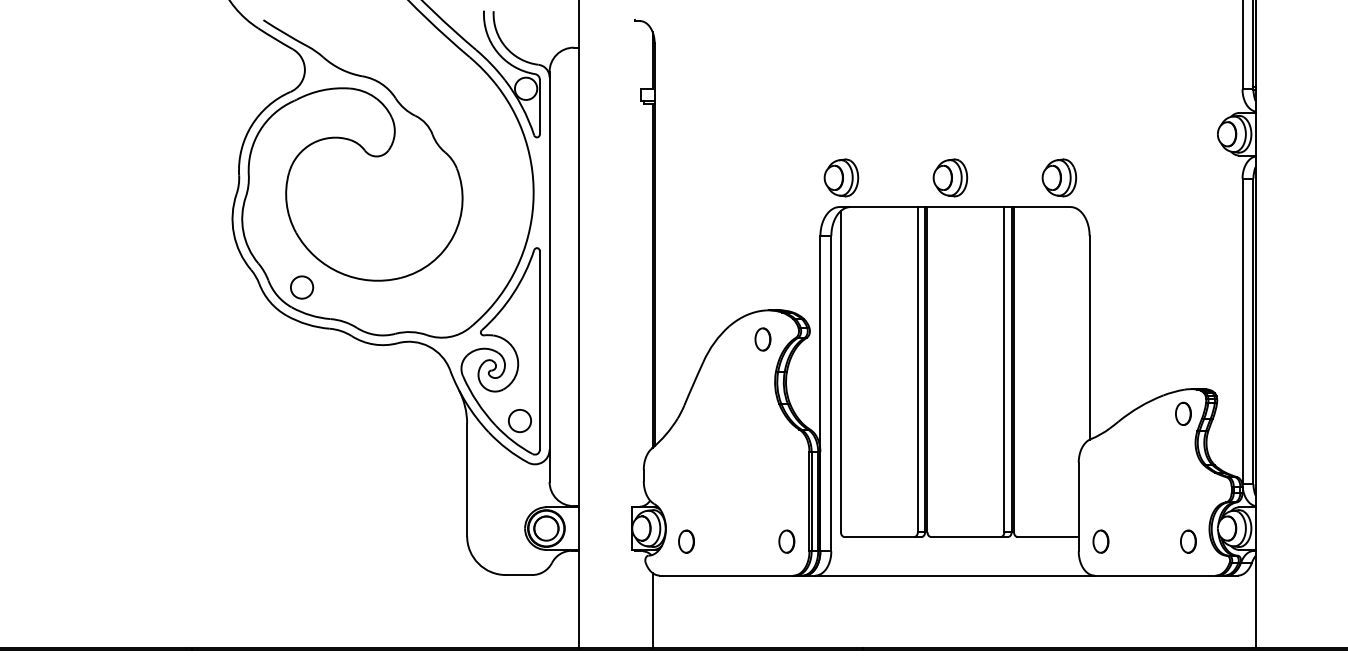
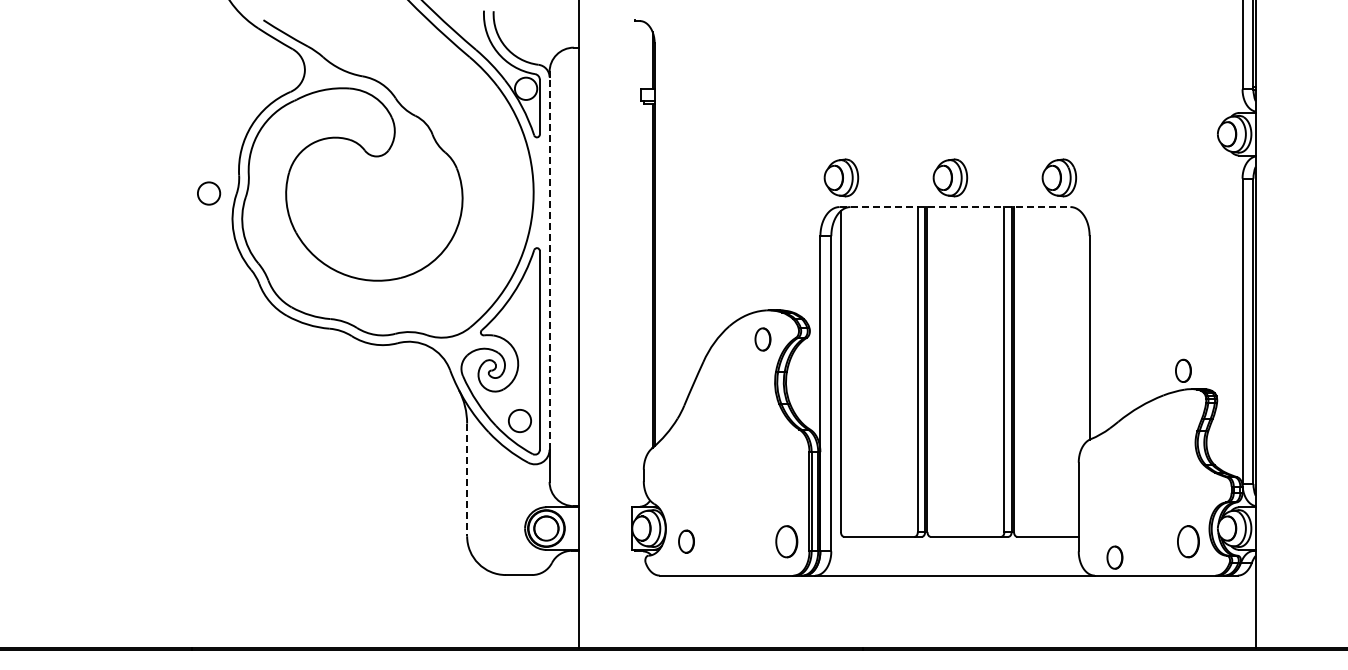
line at (955, 207): solid -> dashed
line at (549, 263): solid -> dashed
circle at (302, 287) position: (302, 287) -> (209, 193)
part at (1183, 413) position: (1183, 413) -> (1183, 370)
line at (467, 480): solid -> dashed
part at (786, 541) size: 18x25 px -> 24x34 px
part at (1100, 541) position: (1100, 541) -> (1114, 557)
part at (1188, 541) size: 17x25 px -> 23x34 px
line at (652, 610): present -> none
